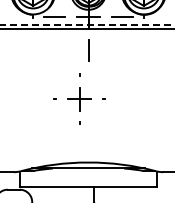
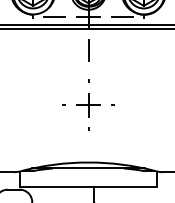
line at (87, 24): dashed -> solid
part at (79, 98) position: (79, 98) -> (88, 104)
